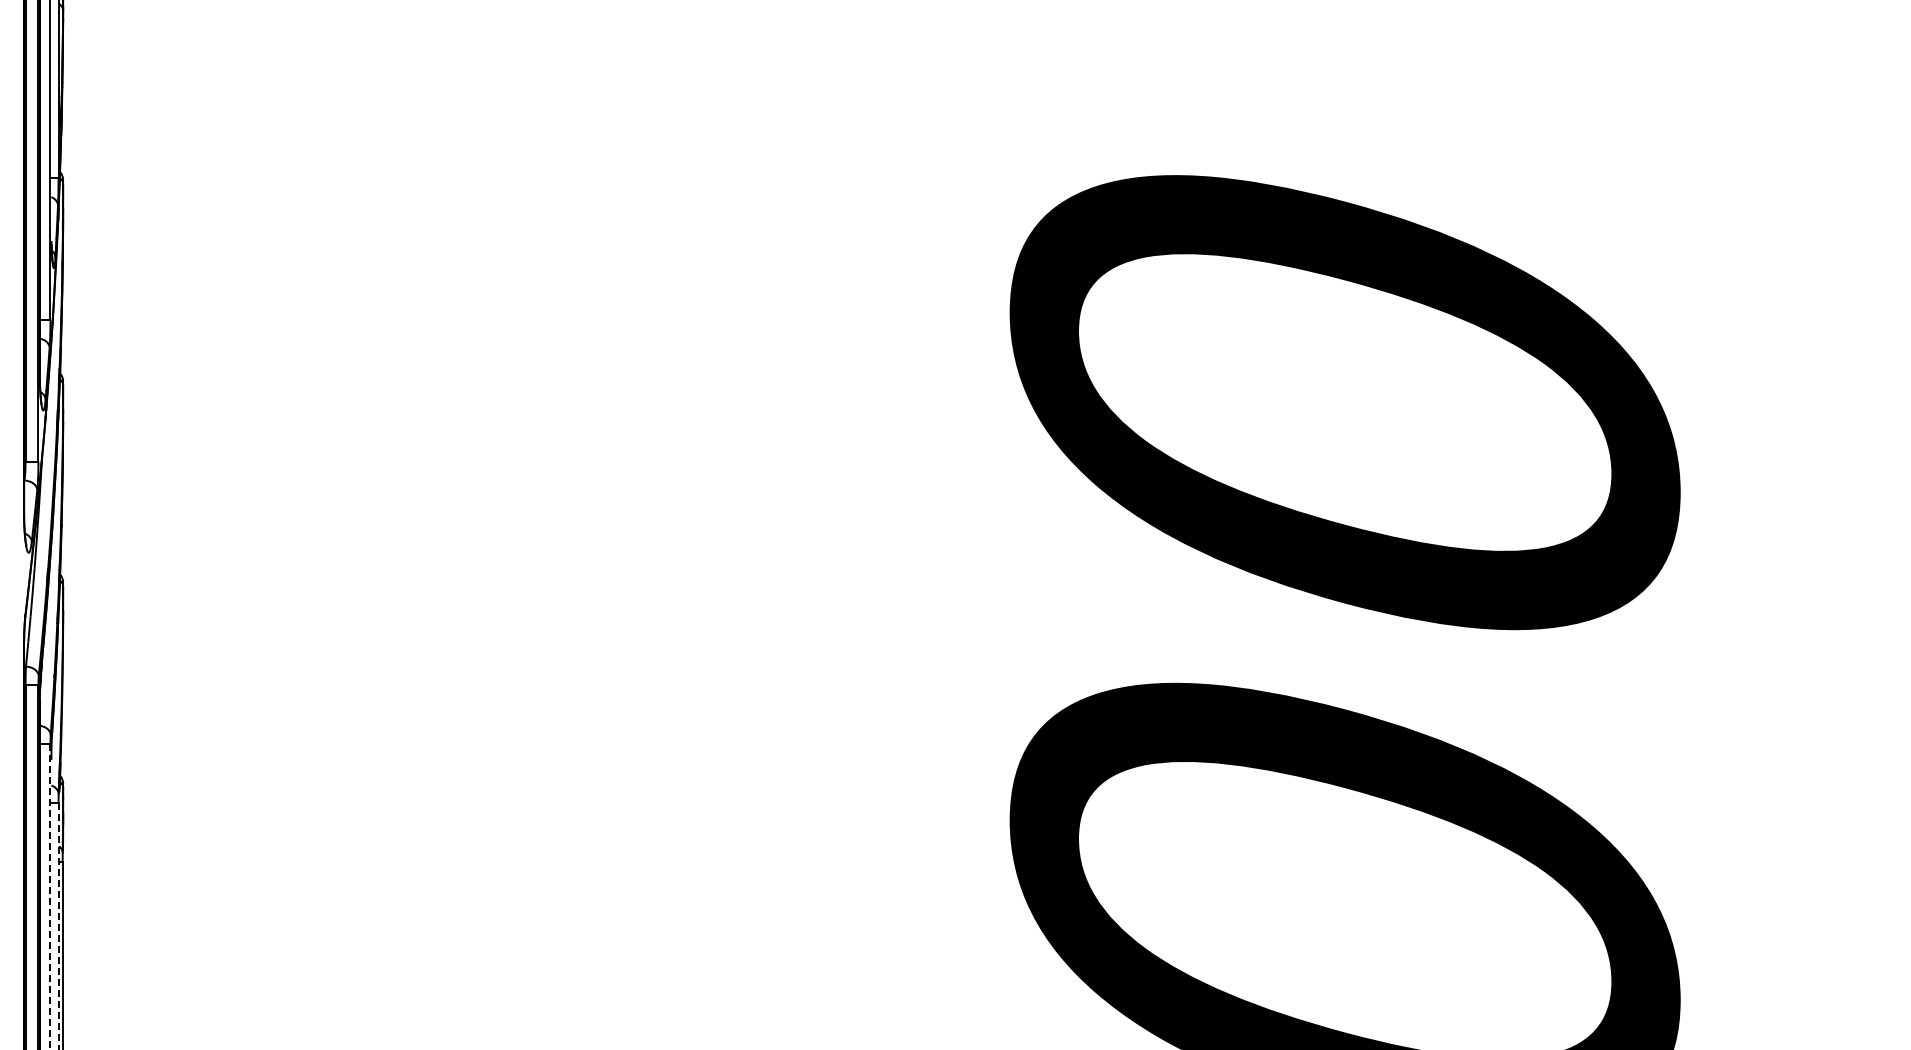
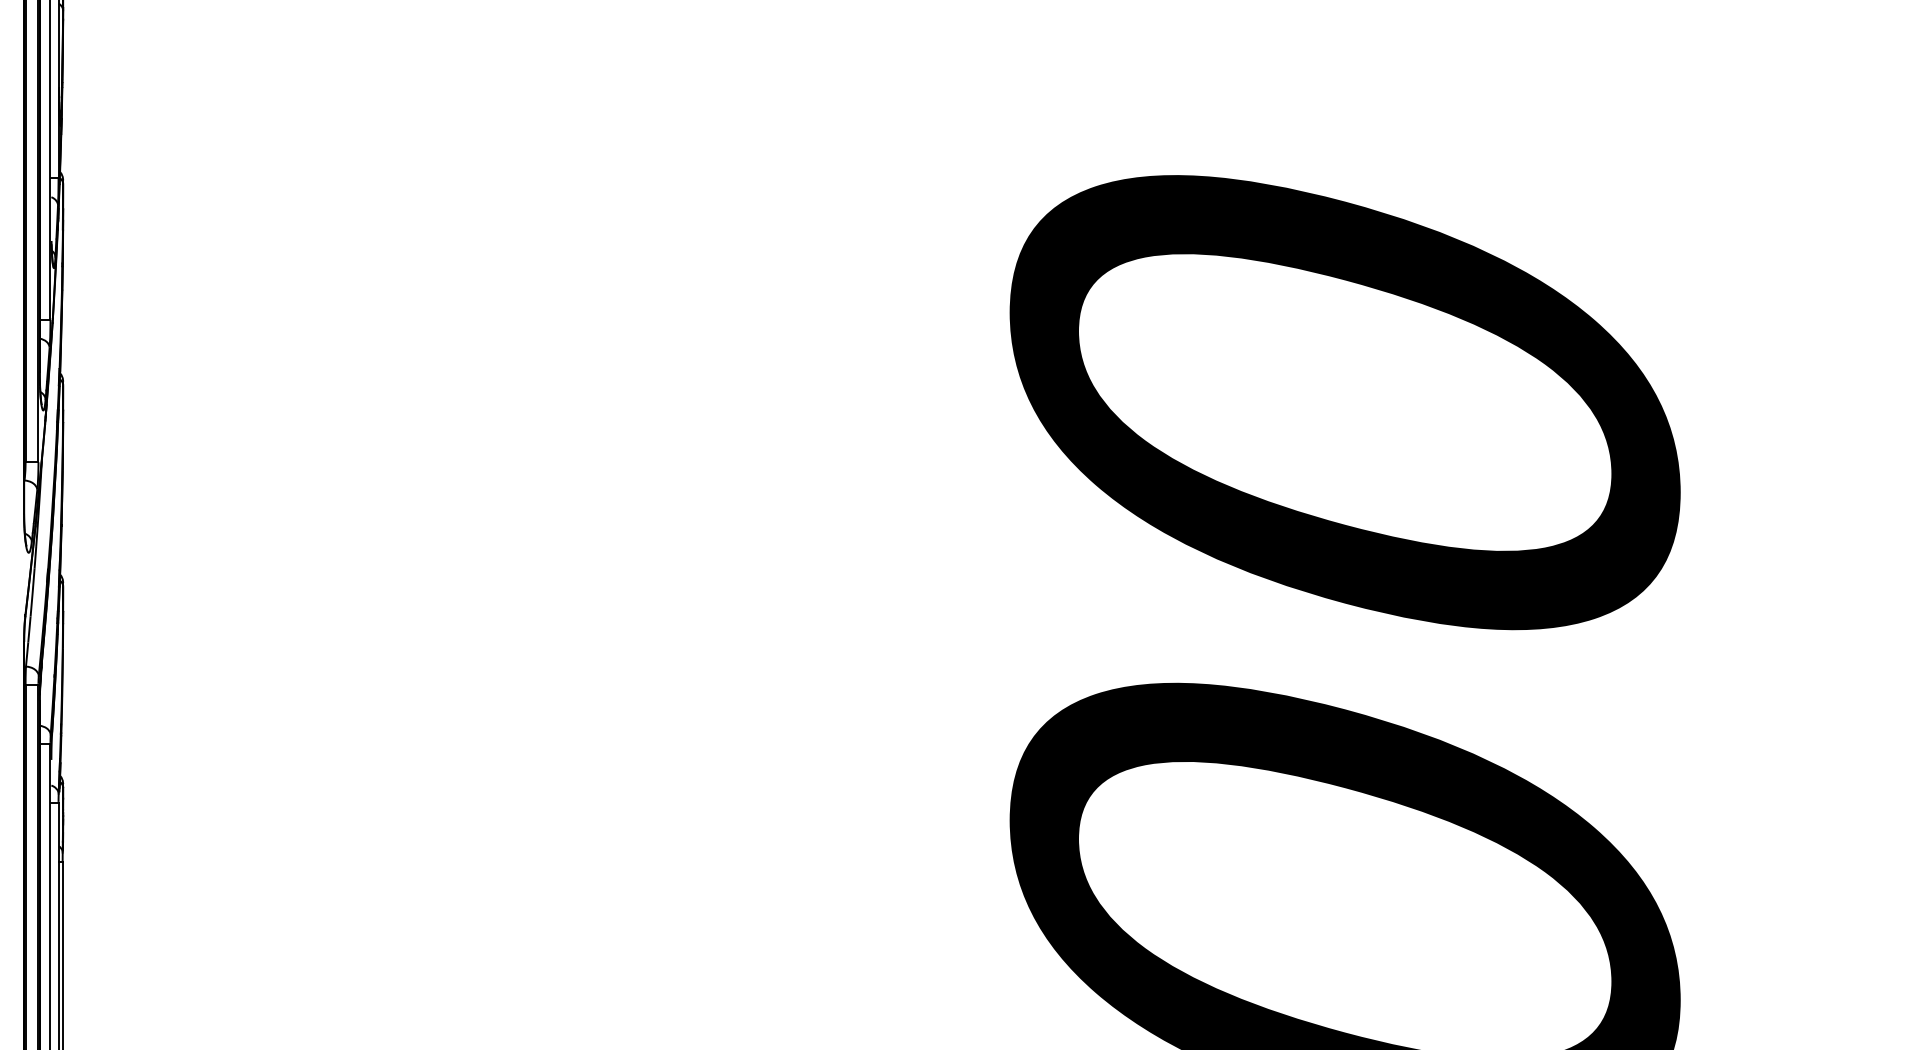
line at (50, 896): dashed -> solid
line at (58, 926): dashed -> solid
